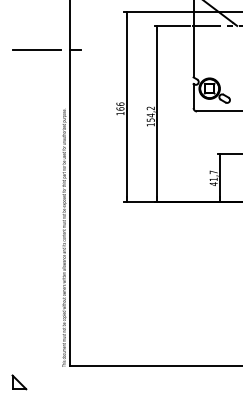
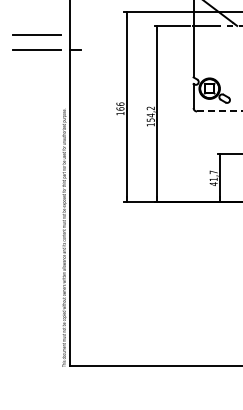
line at (36, 34): none -> present
line at (219, 111): solid -> dashed
part at (19, 382): present -> none
